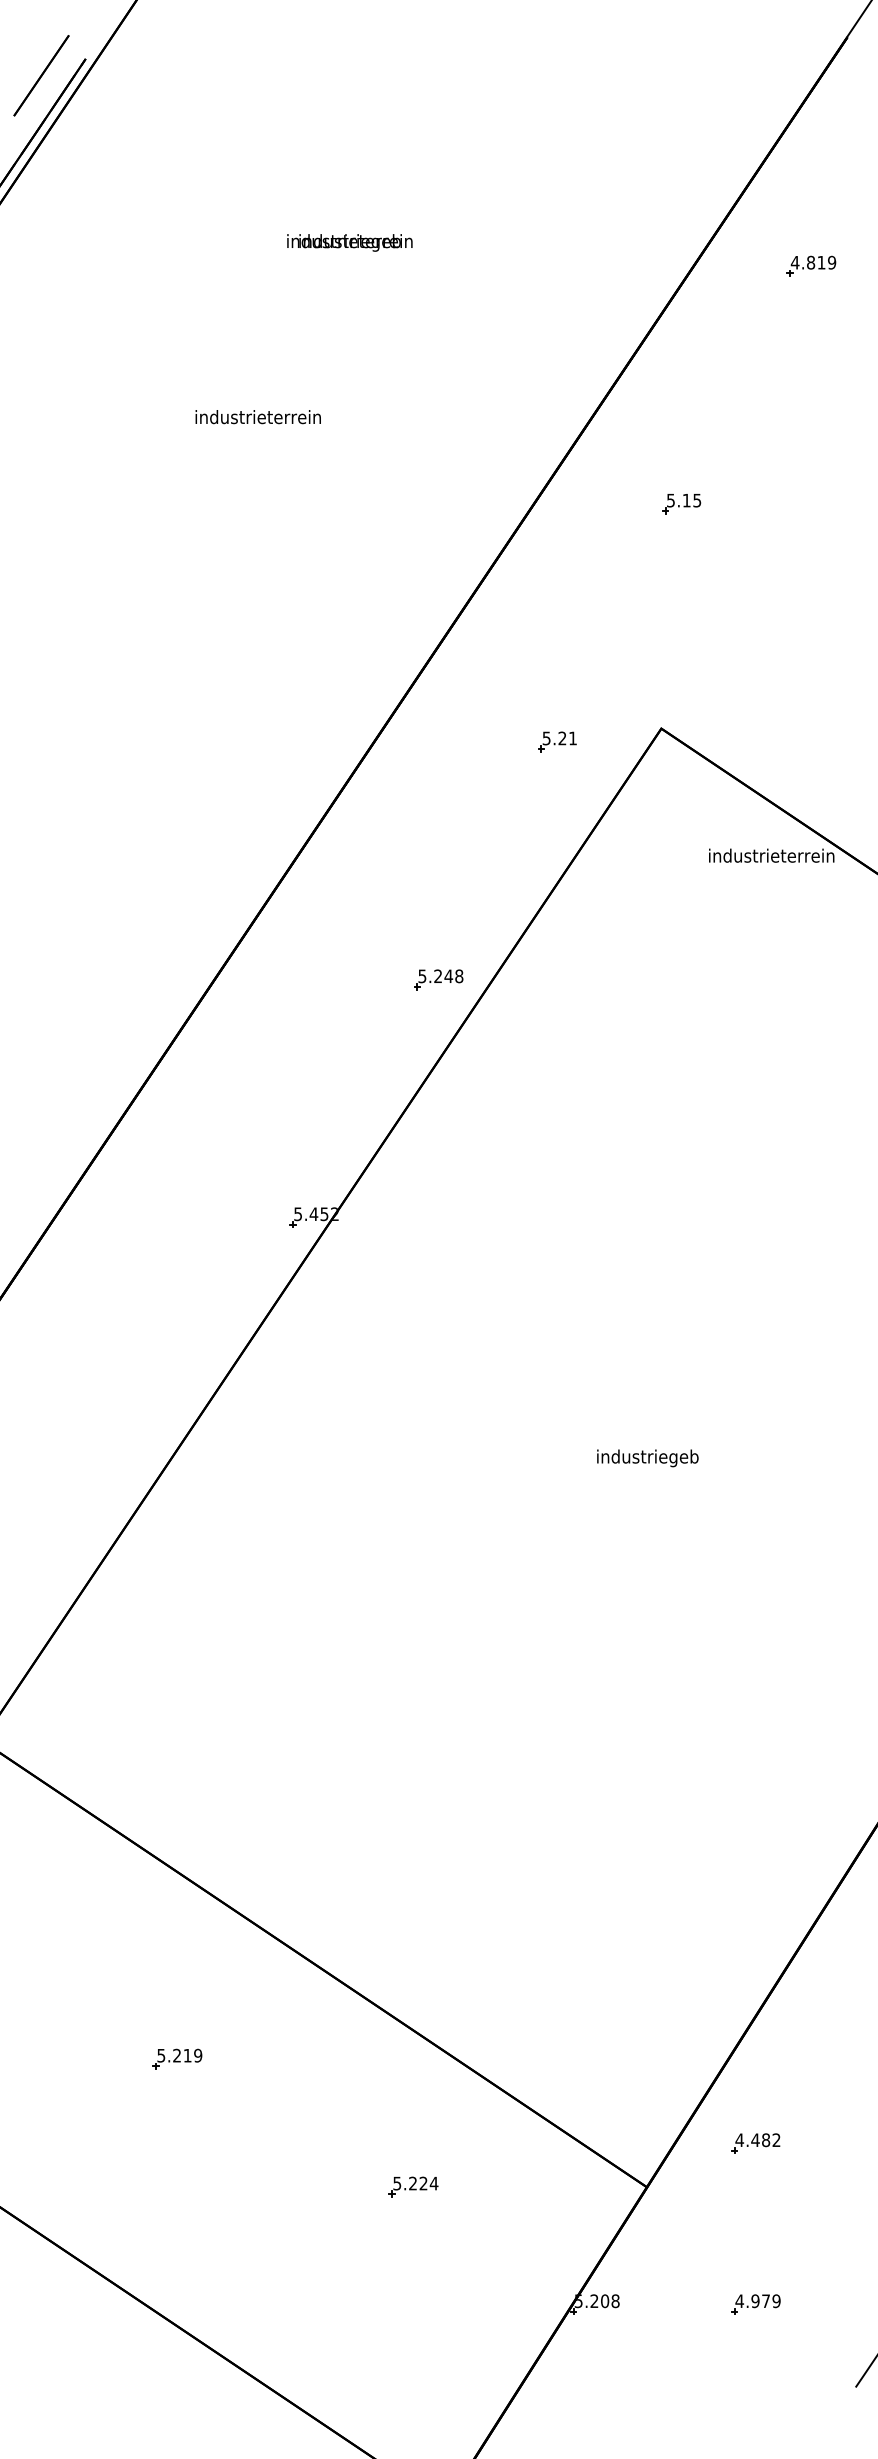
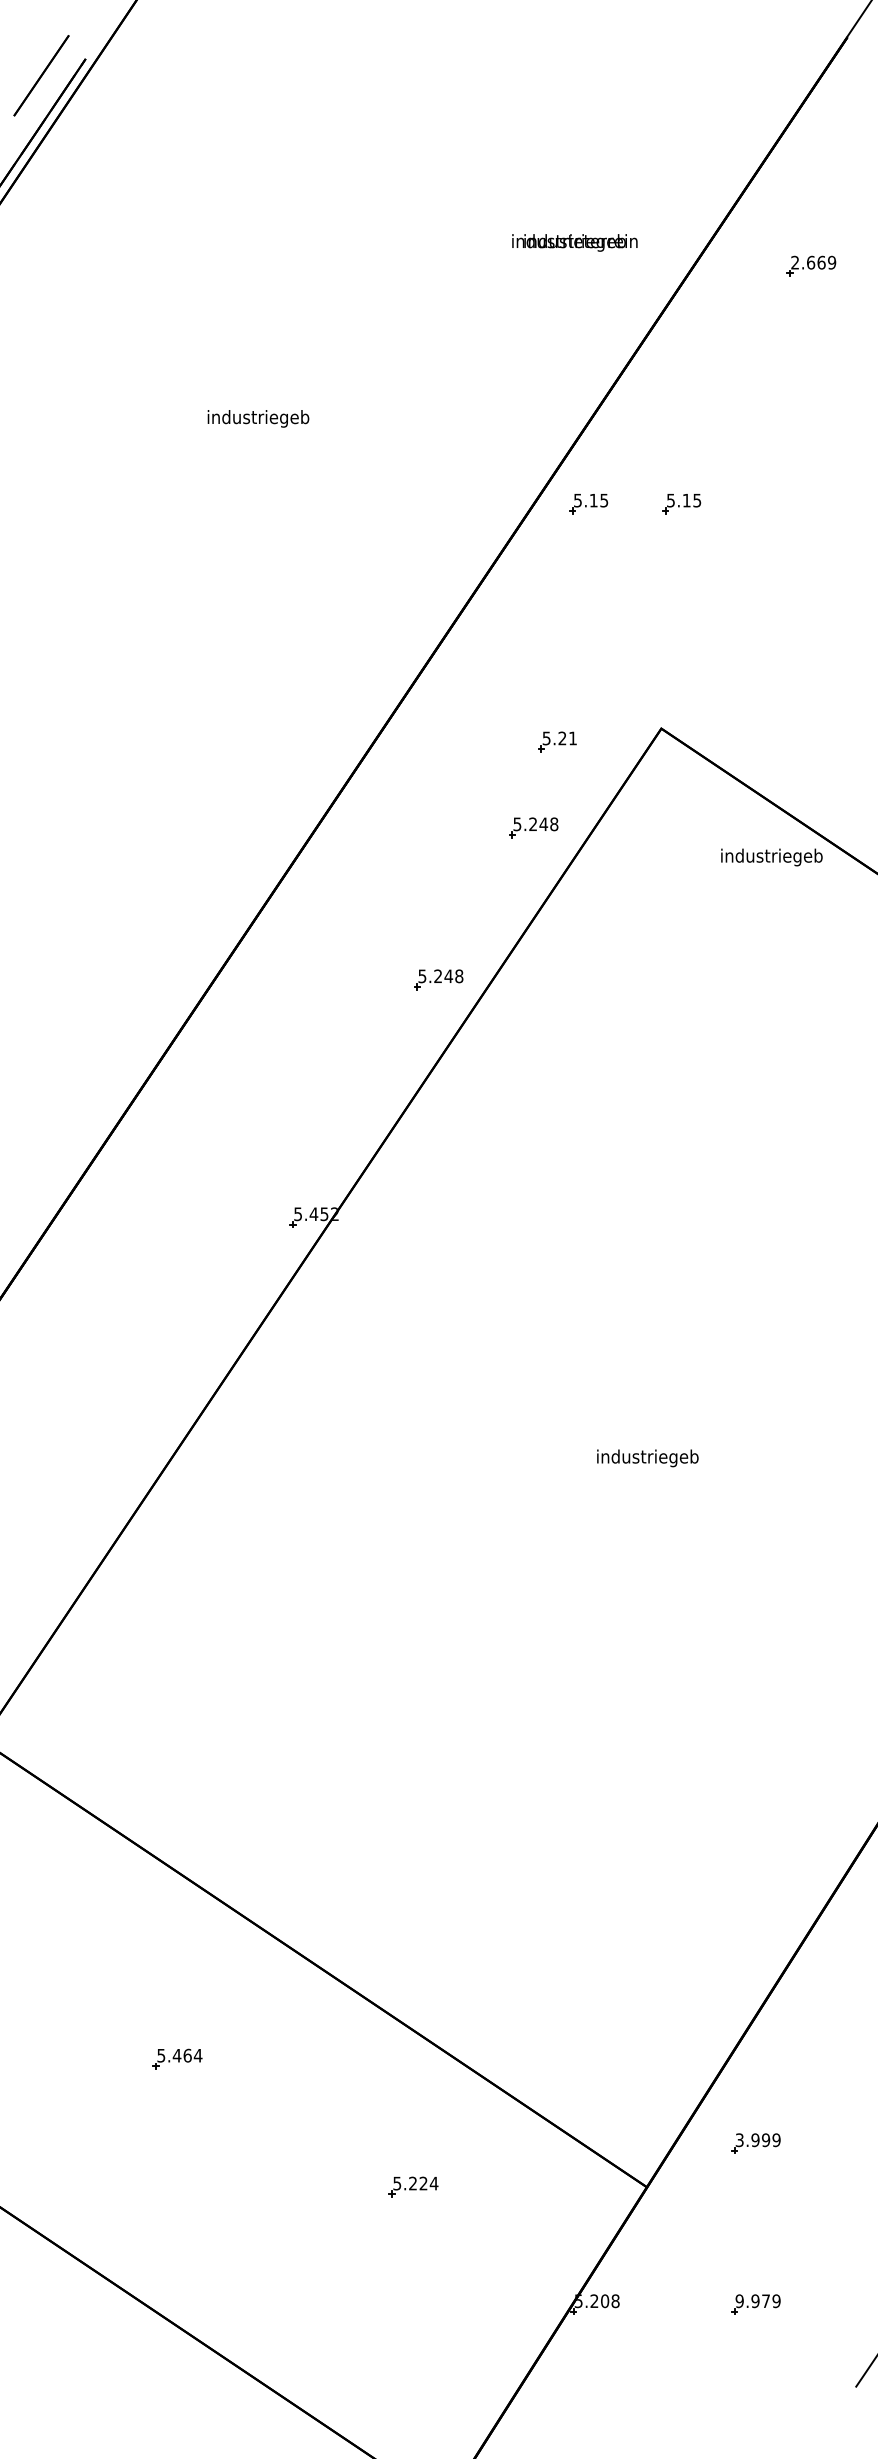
text at (349, 242) position: (349, 242) -> (574, 242)
text at (807, 262): 4.819 -> 2.669
text at (257, 418): industrieterrein -> industriegeb
part at (588, 504): none -> present
part at (533, 827): none -> present
text at (771, 857): industrieterrein -> industriegeb
text at (187, 2055): 5.219 -> 5.464
text at (757, 2140): 4.482 -> 3.999
text at (739, 2301): 4.979 -> 9.979
